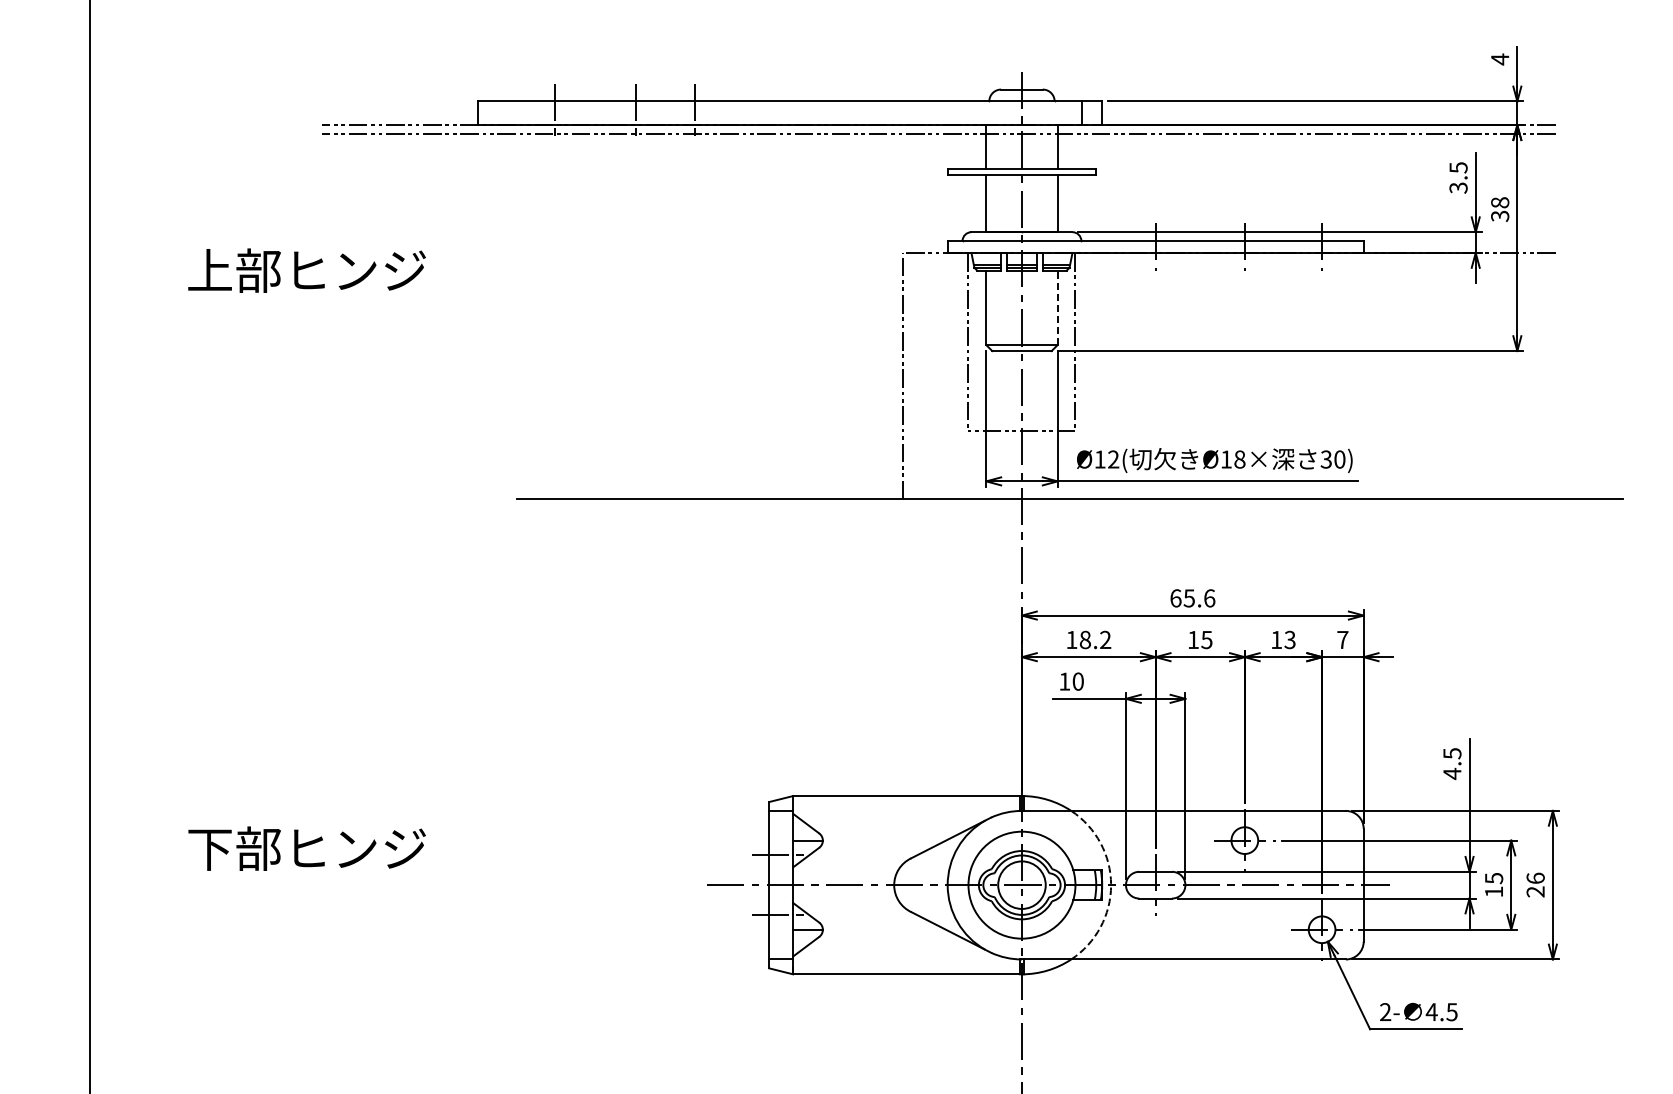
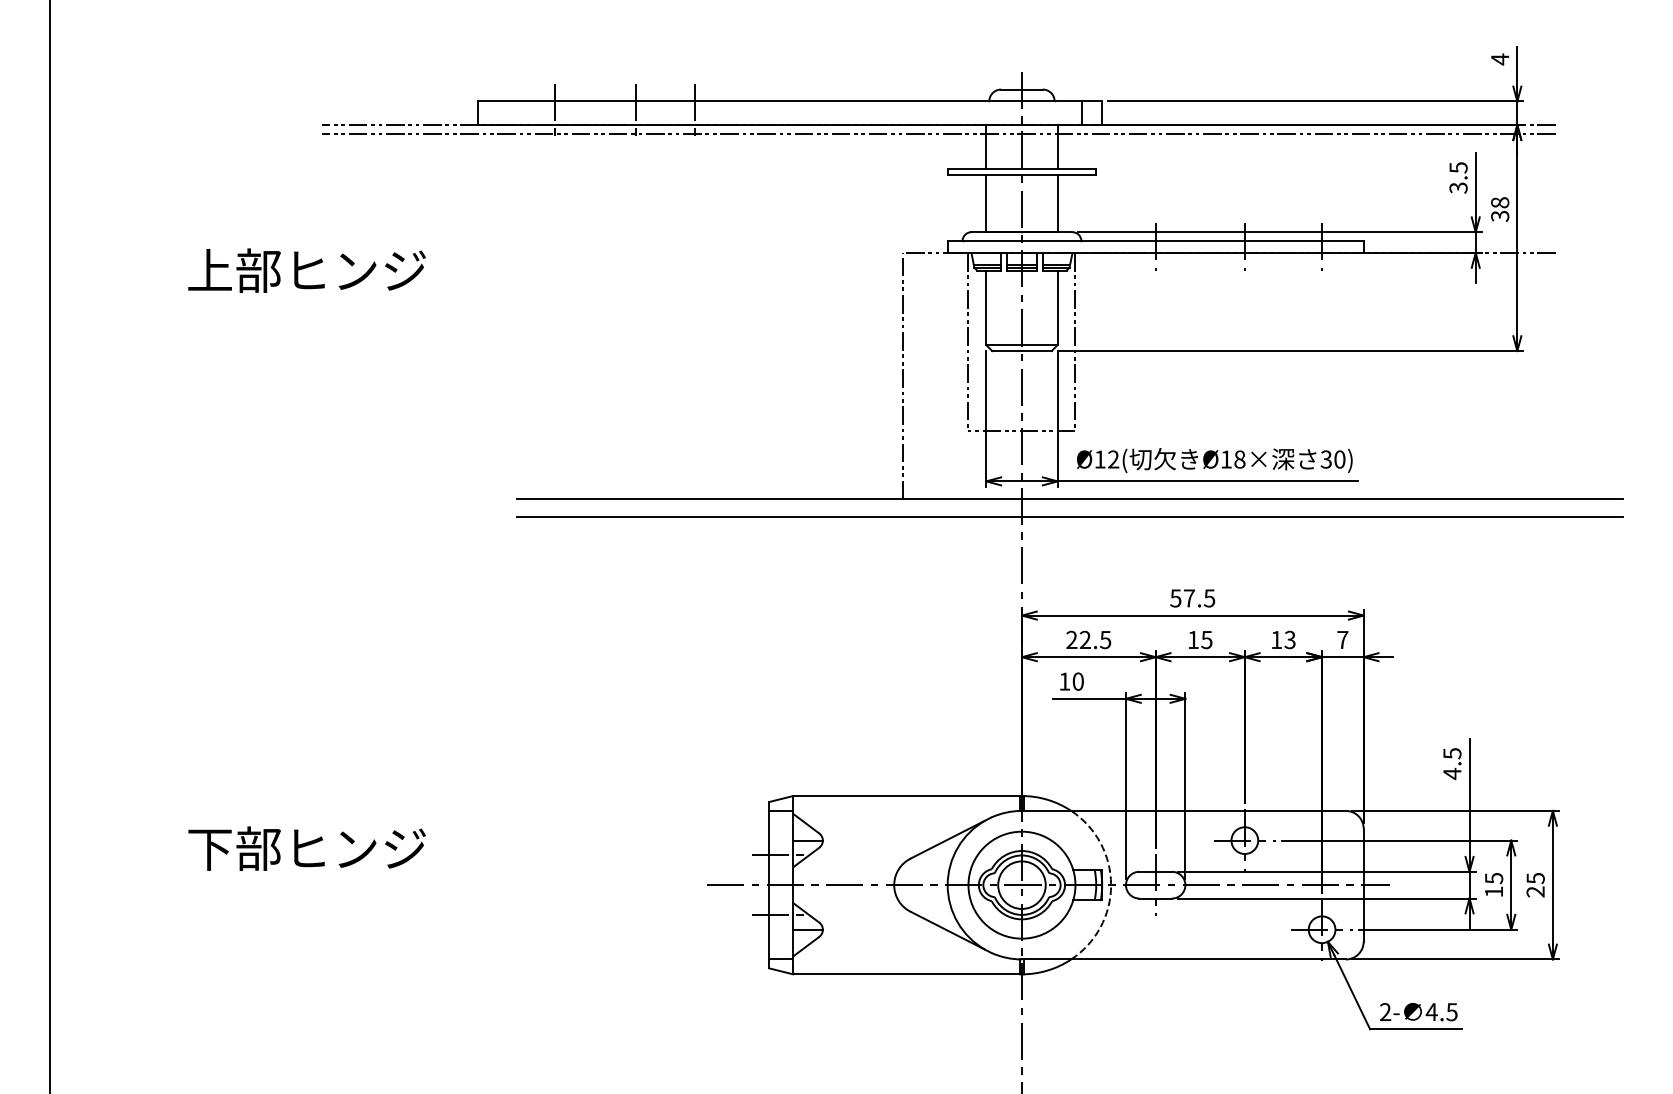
line at (1057, 307): dashed -> solid
line at (1069, 517): none -> present
line at (90, 546) position: (90, 546) -> (50, 546)
text at (1192, 598): 65.6 -> 57.5
text at (1088, 639): 18.2 -> 22.5
text at (1535, 878): 26 -> 25
